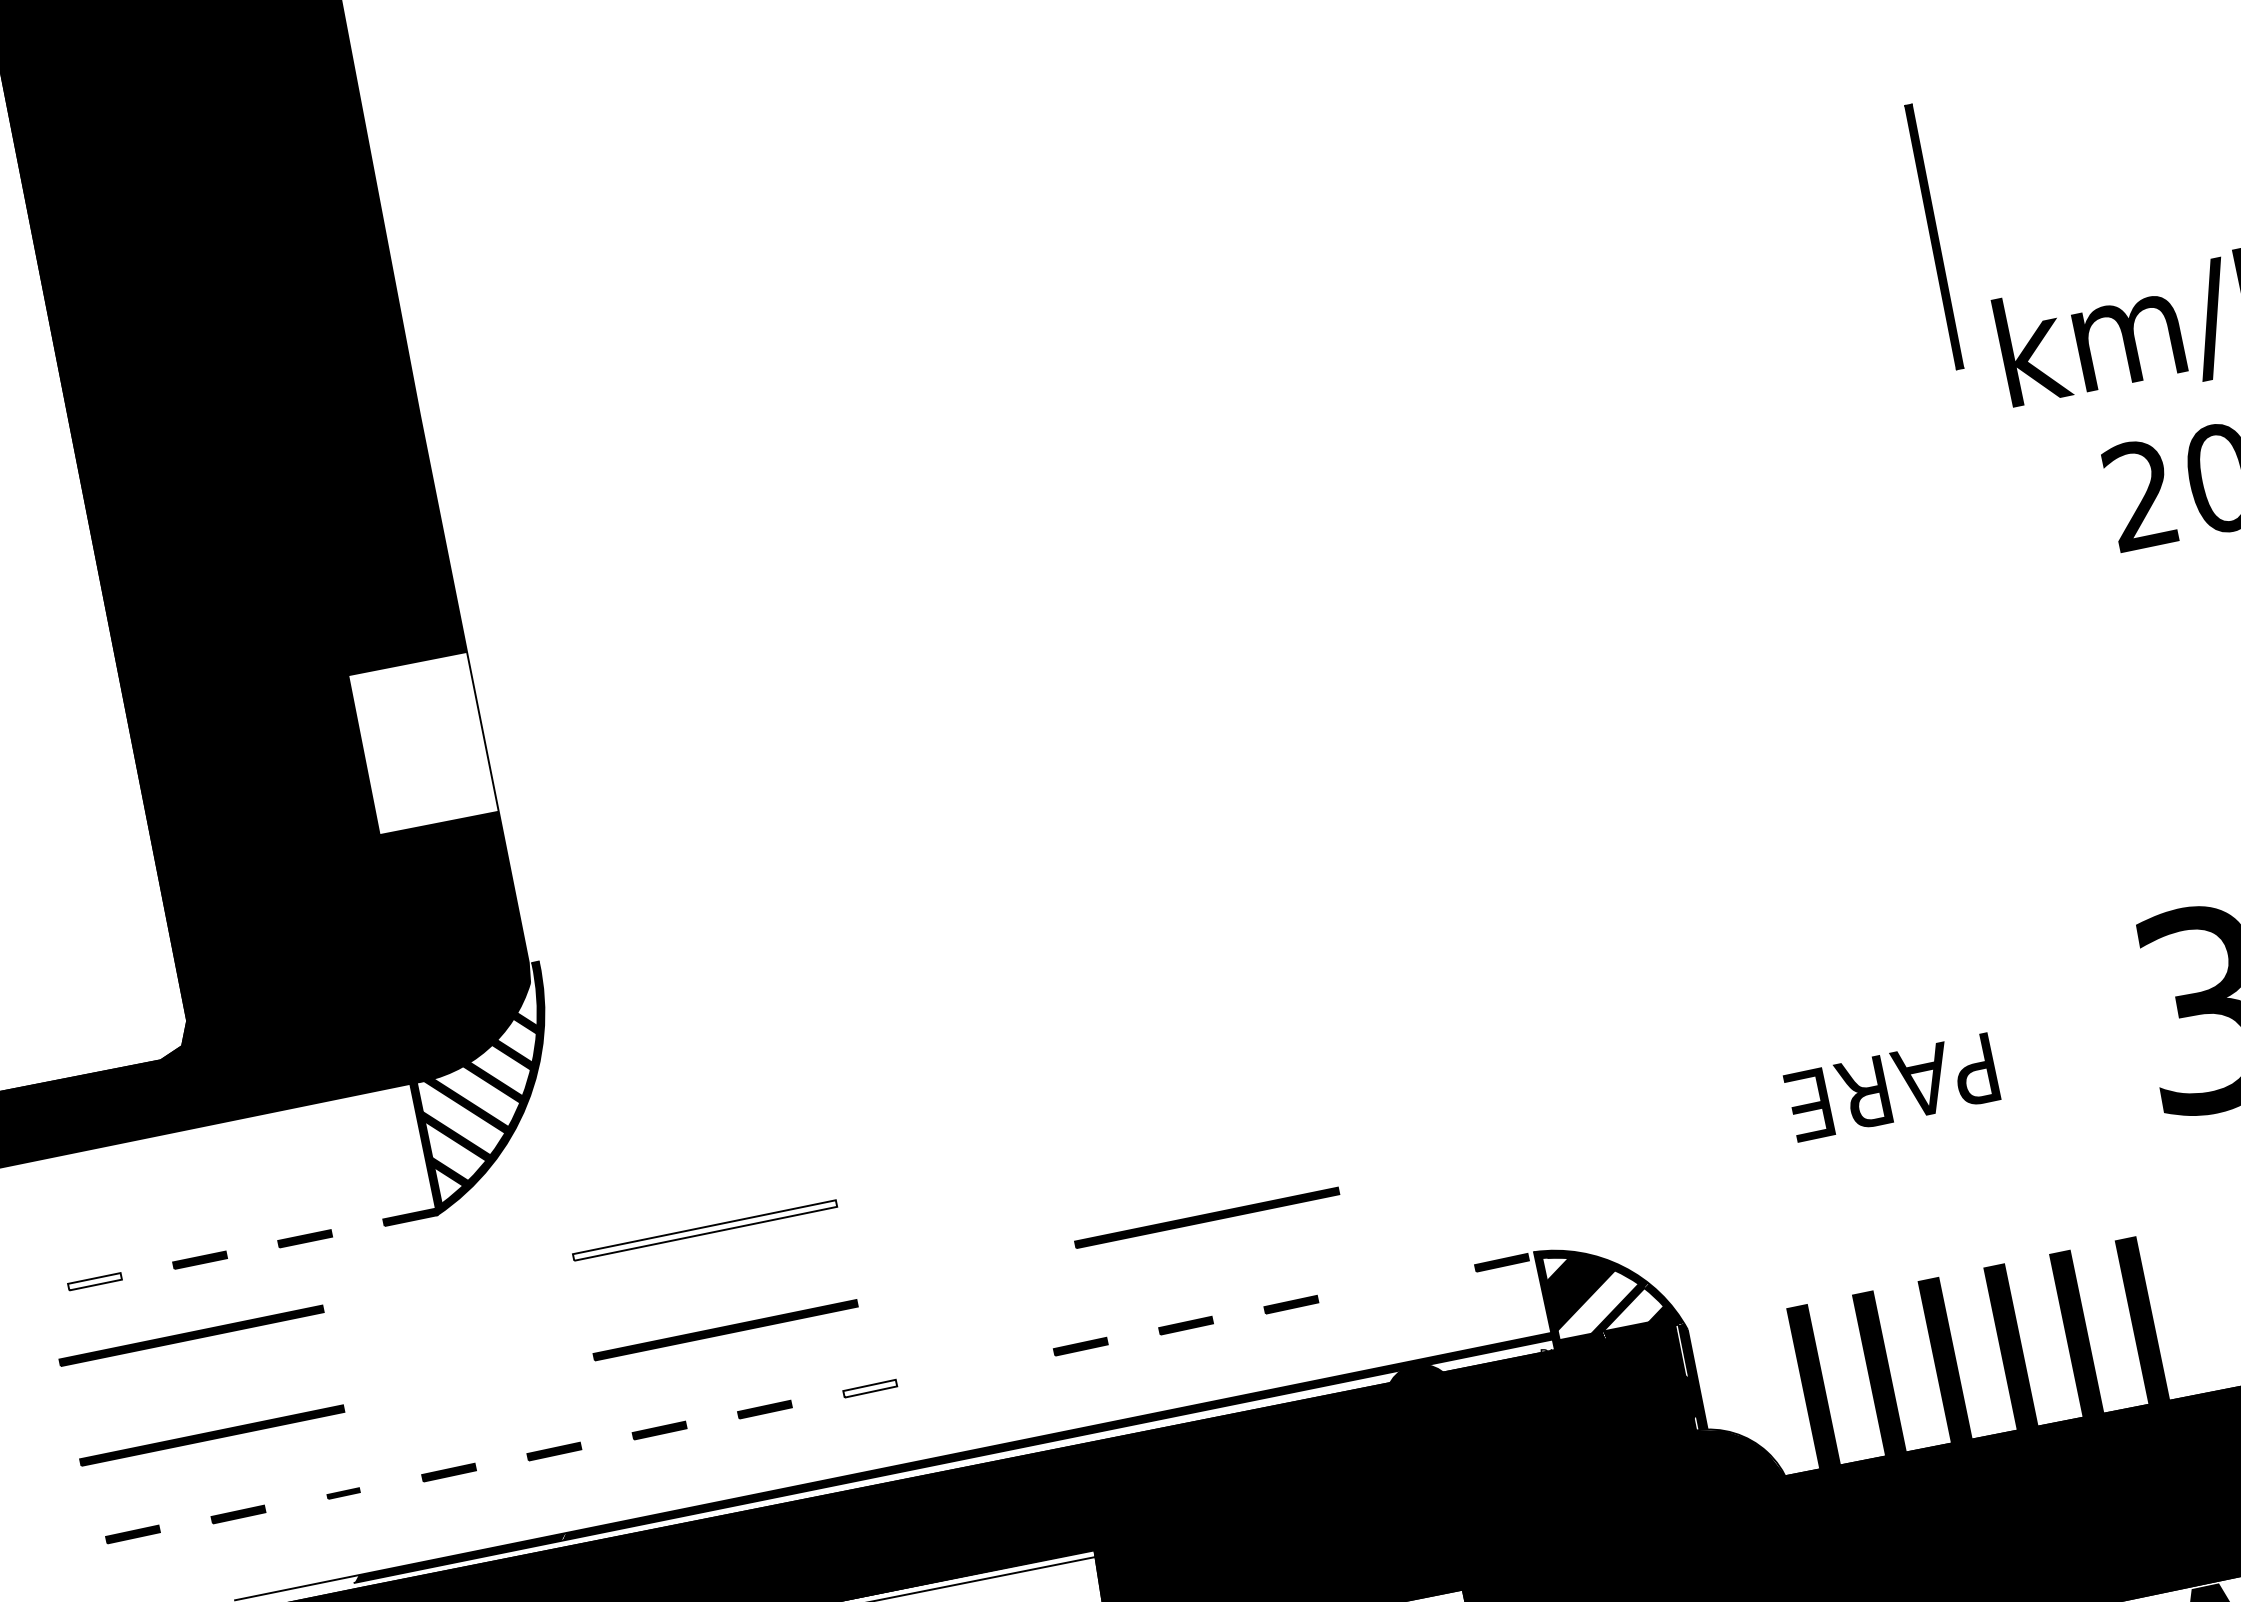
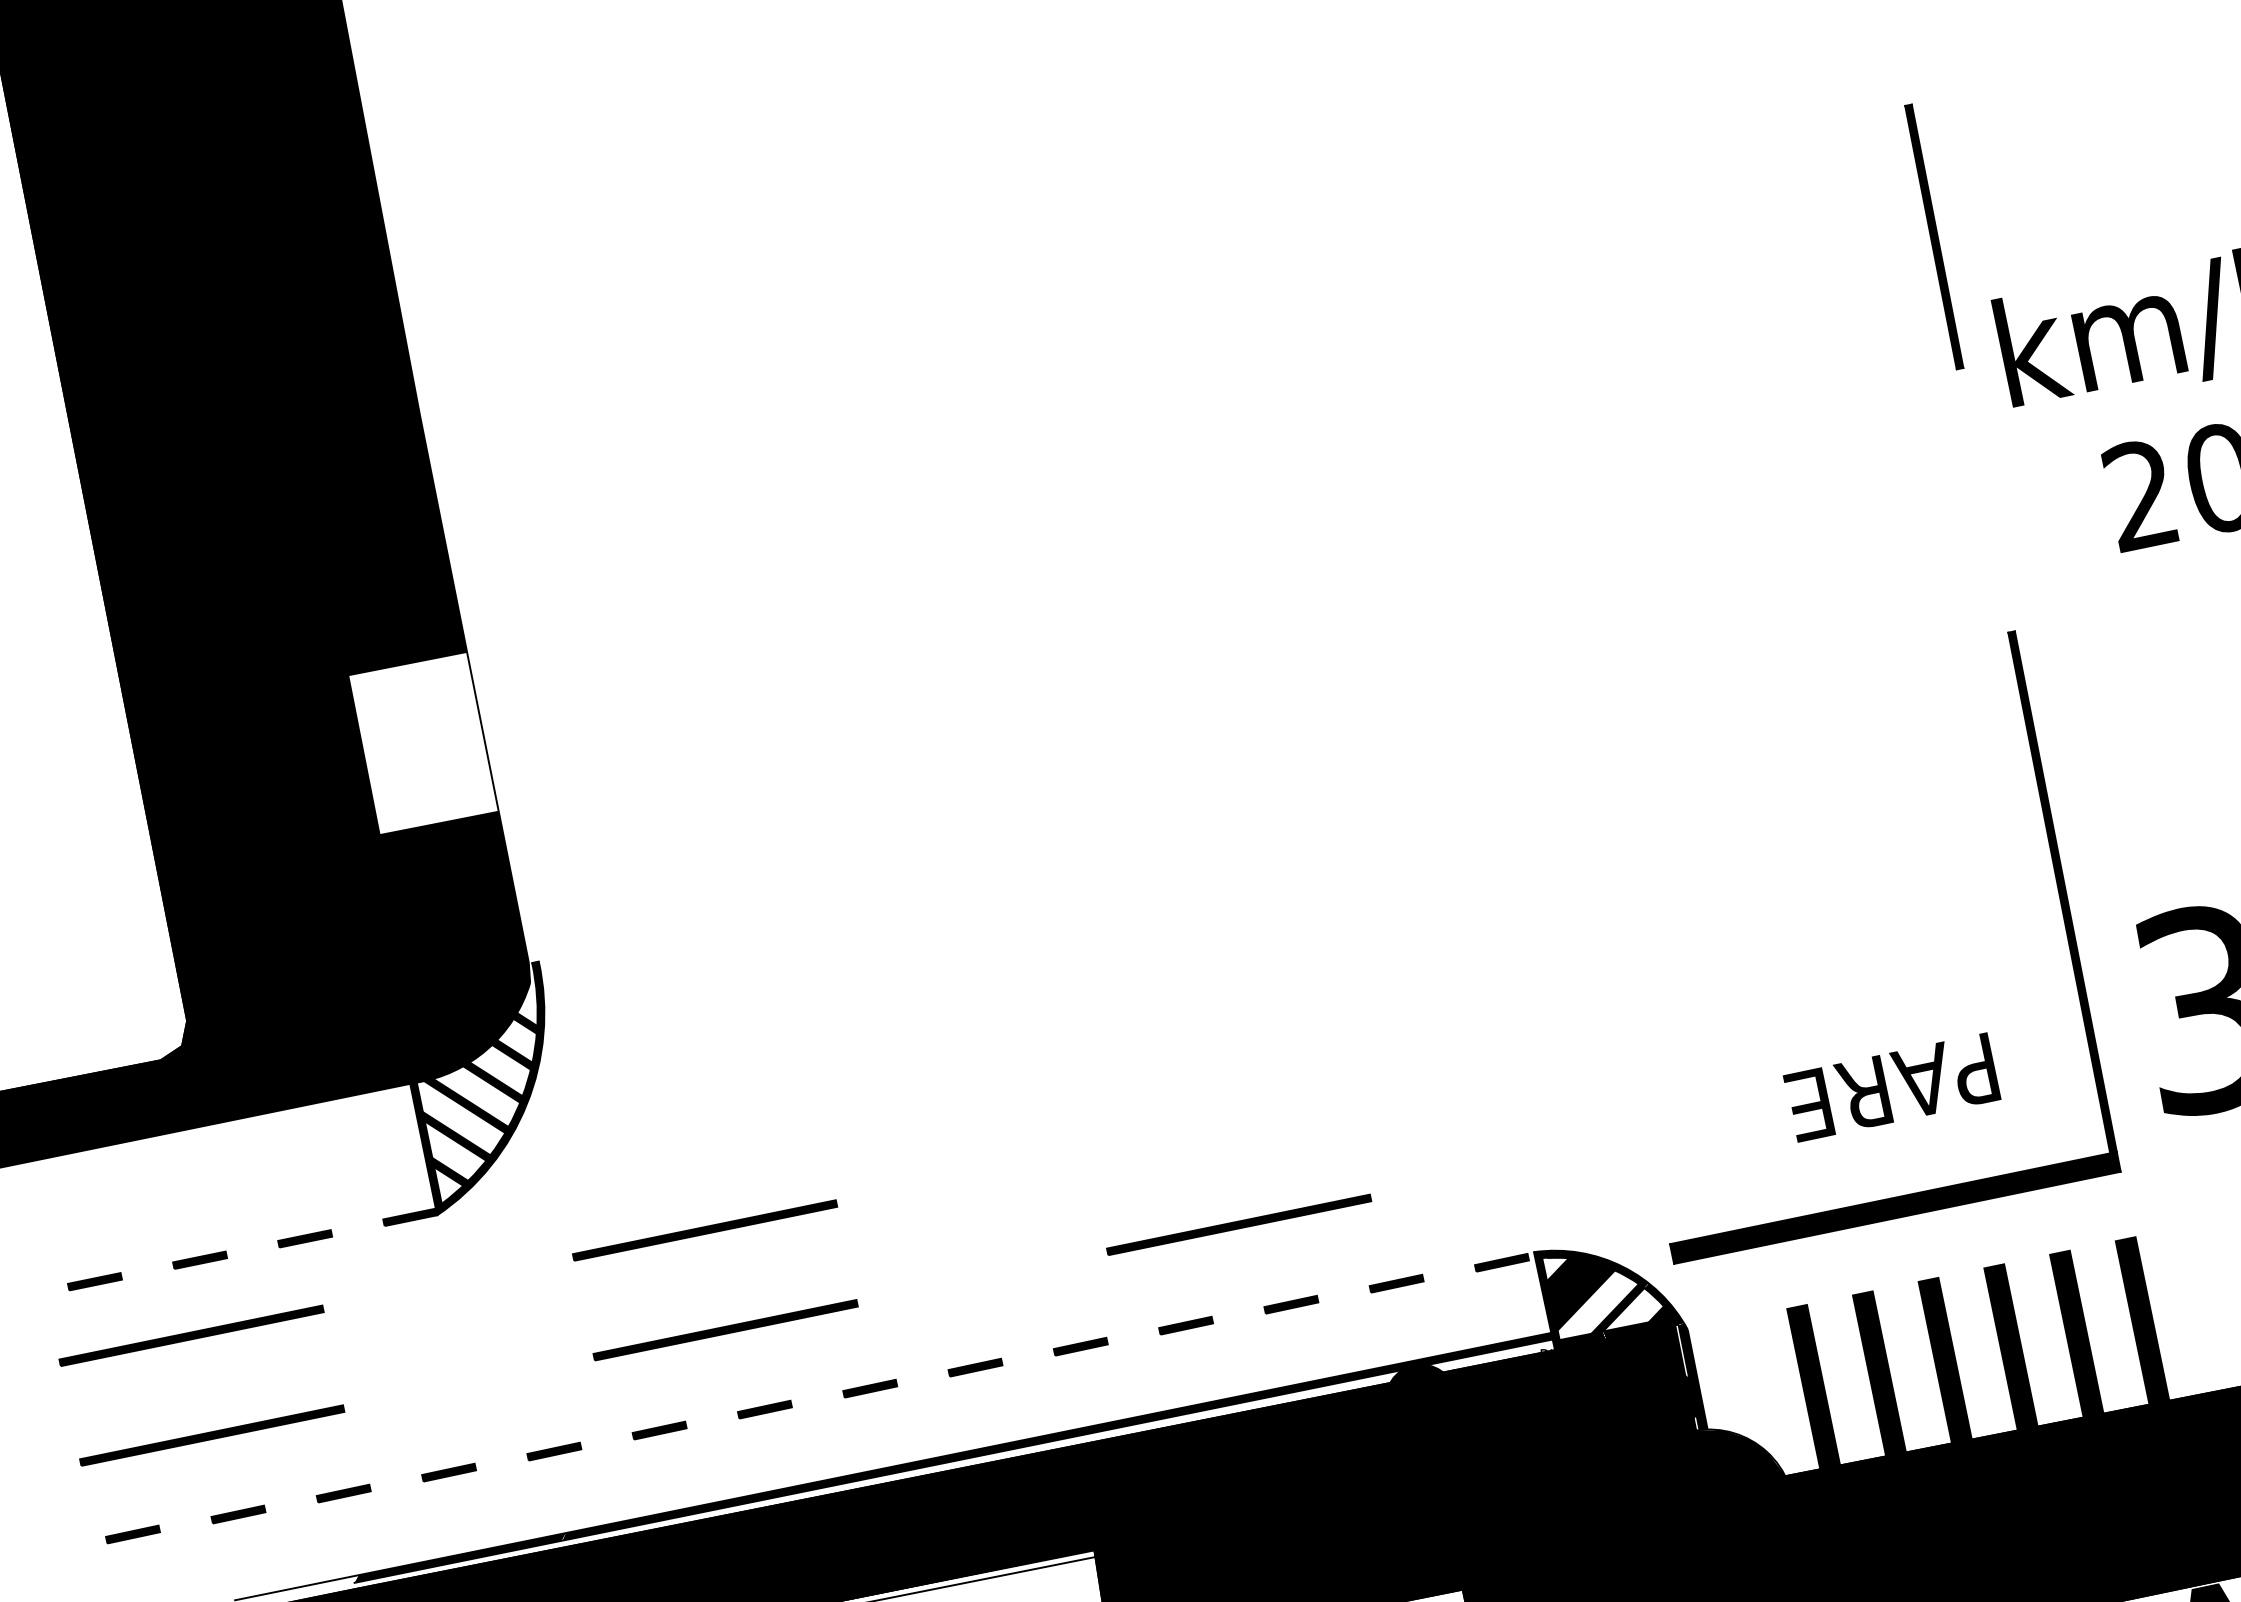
part at (2063, 921): none -> present
part at (1207, 1217) position: (1207, 1217) -> (1239, 1224)
fill at (704, 1230): none -> present
fill at (94, 1281): none -> present
part at (1396, 1283): none -> present
part at (975, 1367): none -> present
fill at (870, 1388): none -> present
part at (343, 1493) size: 35x13 px -> 57x21 px
